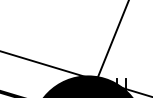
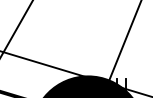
line at (16, 28): none -> present
line at (113, 39) position: (113, 39) -> (124, 41)
